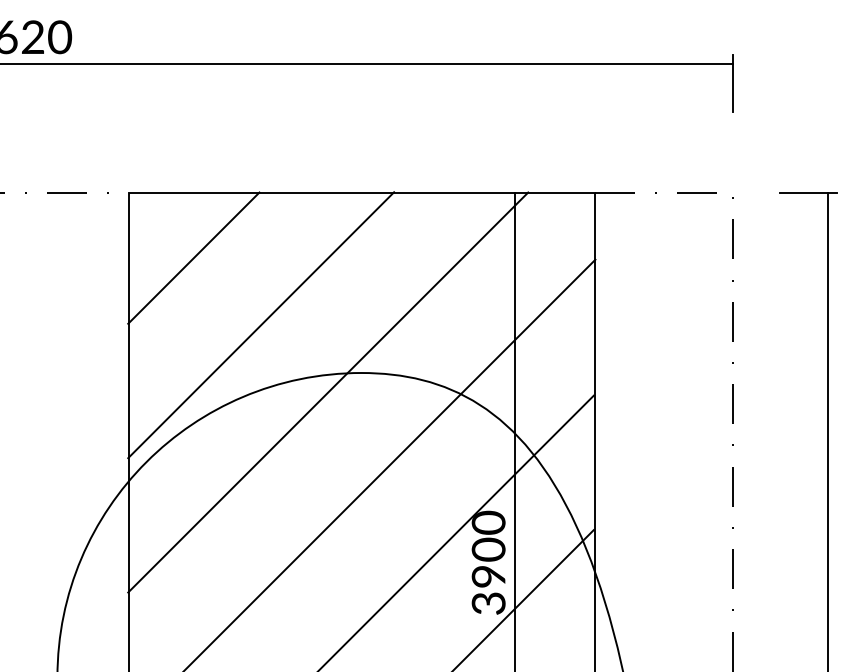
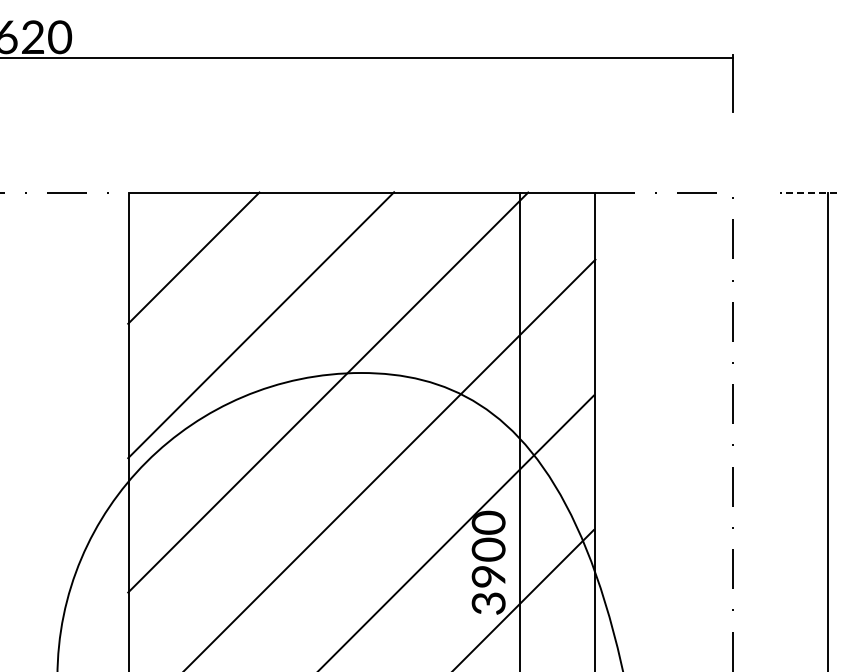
line at (367, 63) position: (367, 63) -> (367, 57)
line at (808, 192): solid -> dashed
line at (514, 430) position: (514, 430) -> (519, 430)
